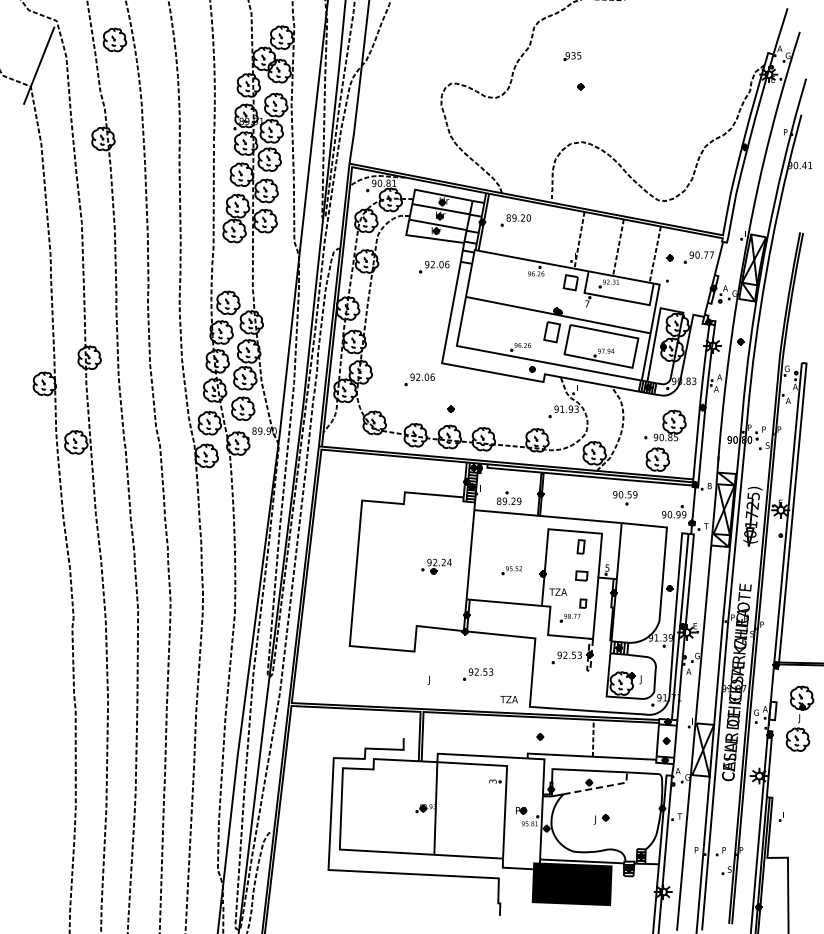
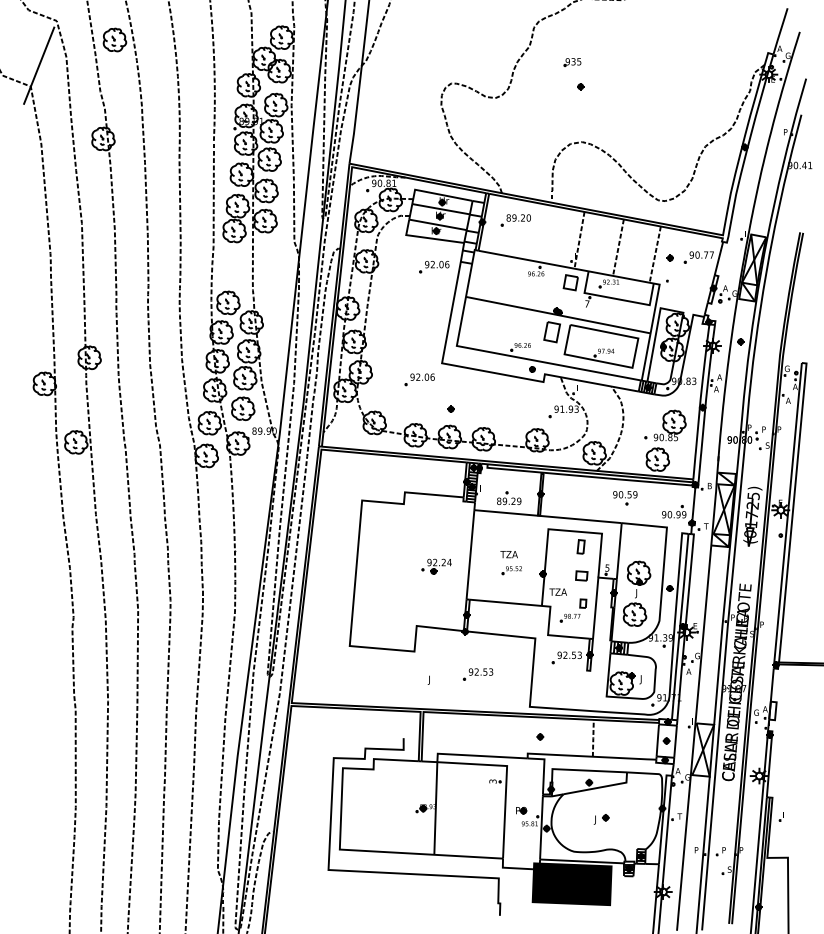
part at (572, 56) position: (572, 56) -> (572, 62)
line at (588, 670): dashed -> solid
text at (508, 699) position: (508, 699) -> (508, 554)
part at (799, 718) position: (799, 718) -> (636, 593)
line at (600, 787): dashed -> solid
